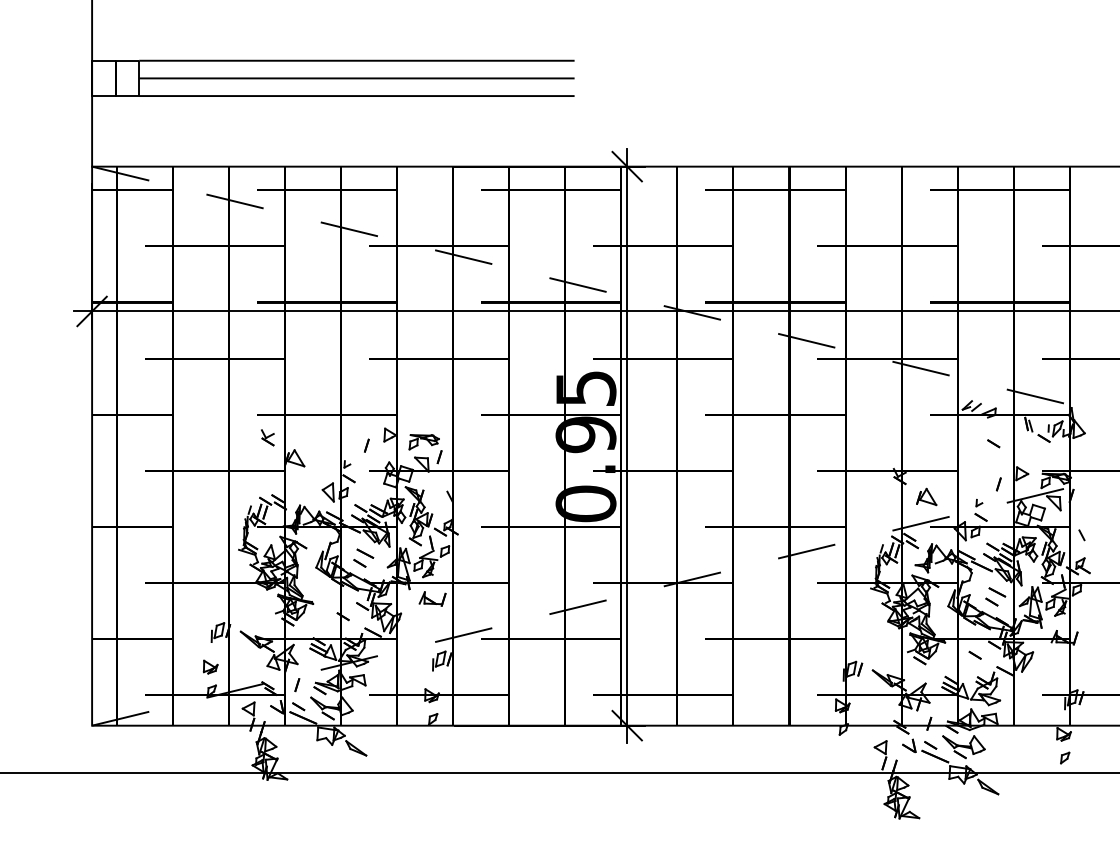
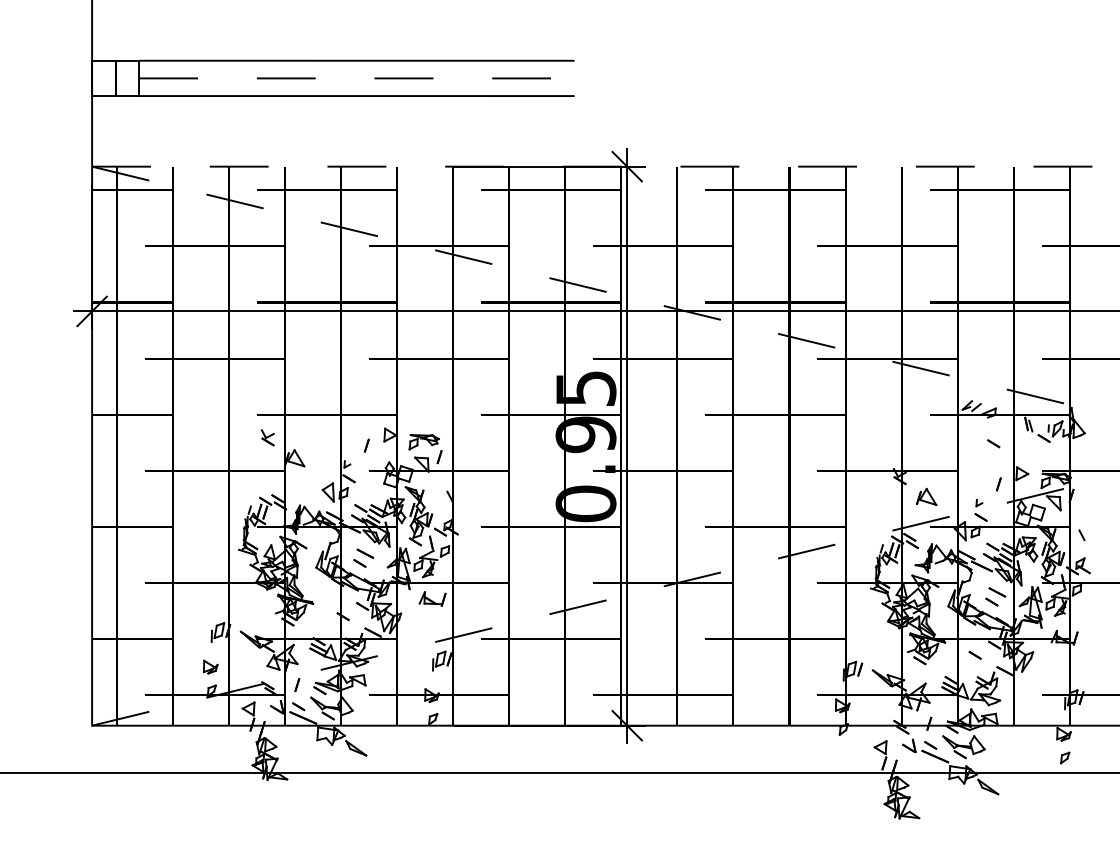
line at (356, 78): solid -> dashed
line at (606, 166): solid -> dashed
